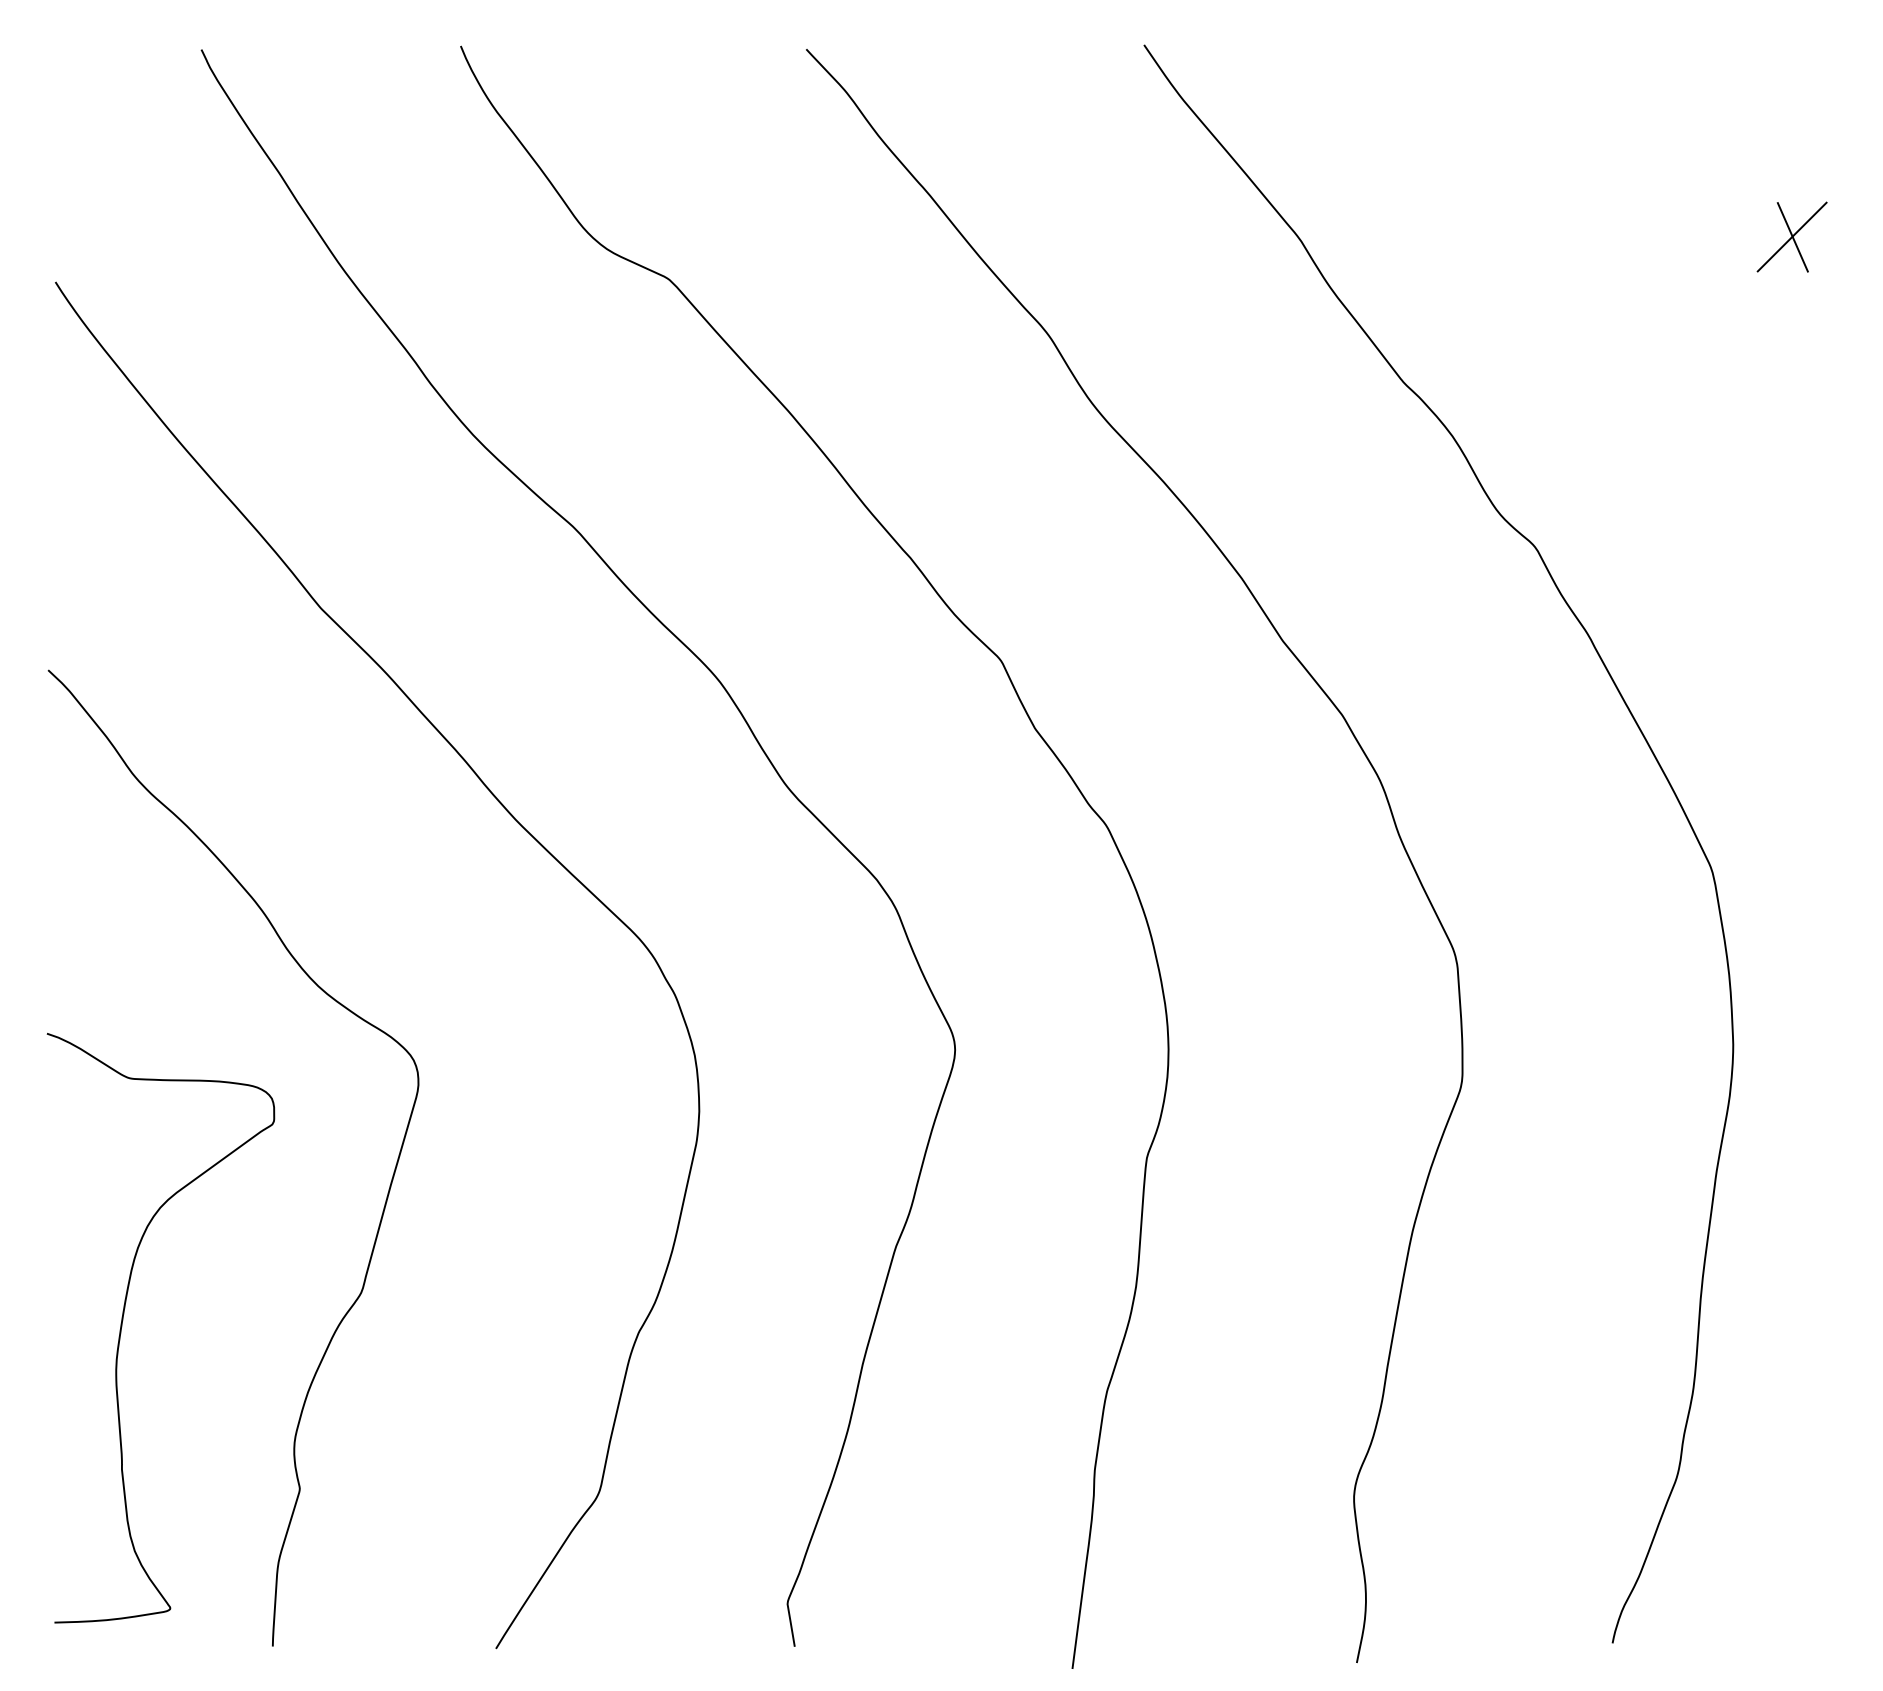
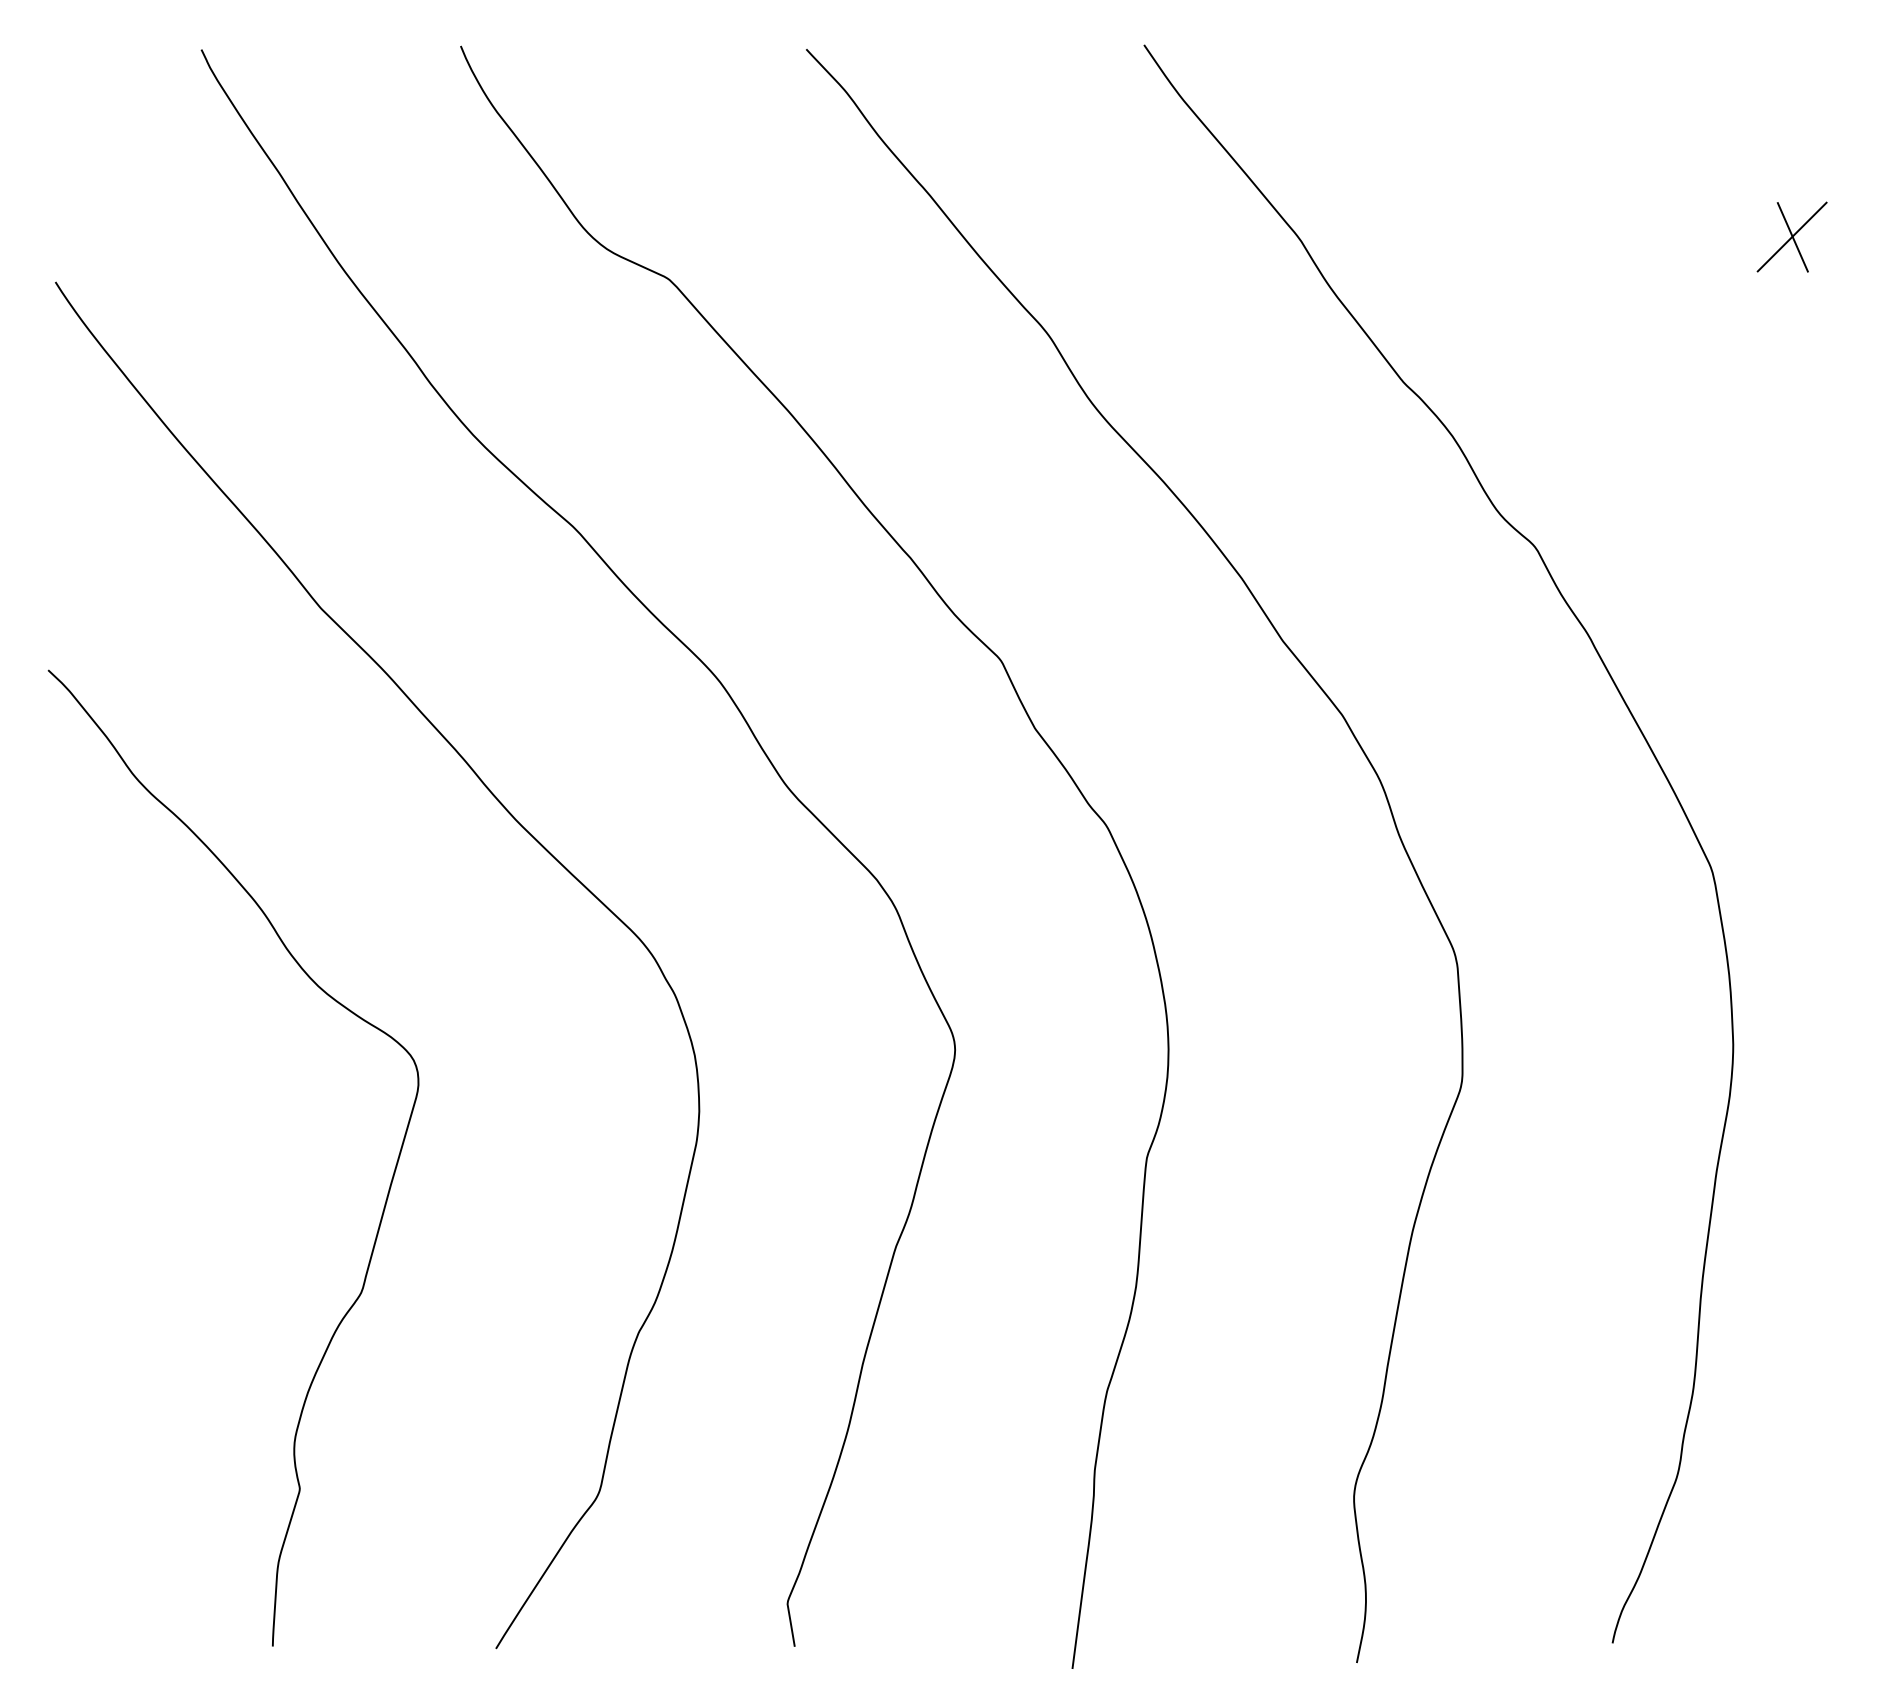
curve at (123, 1320): present -> none
